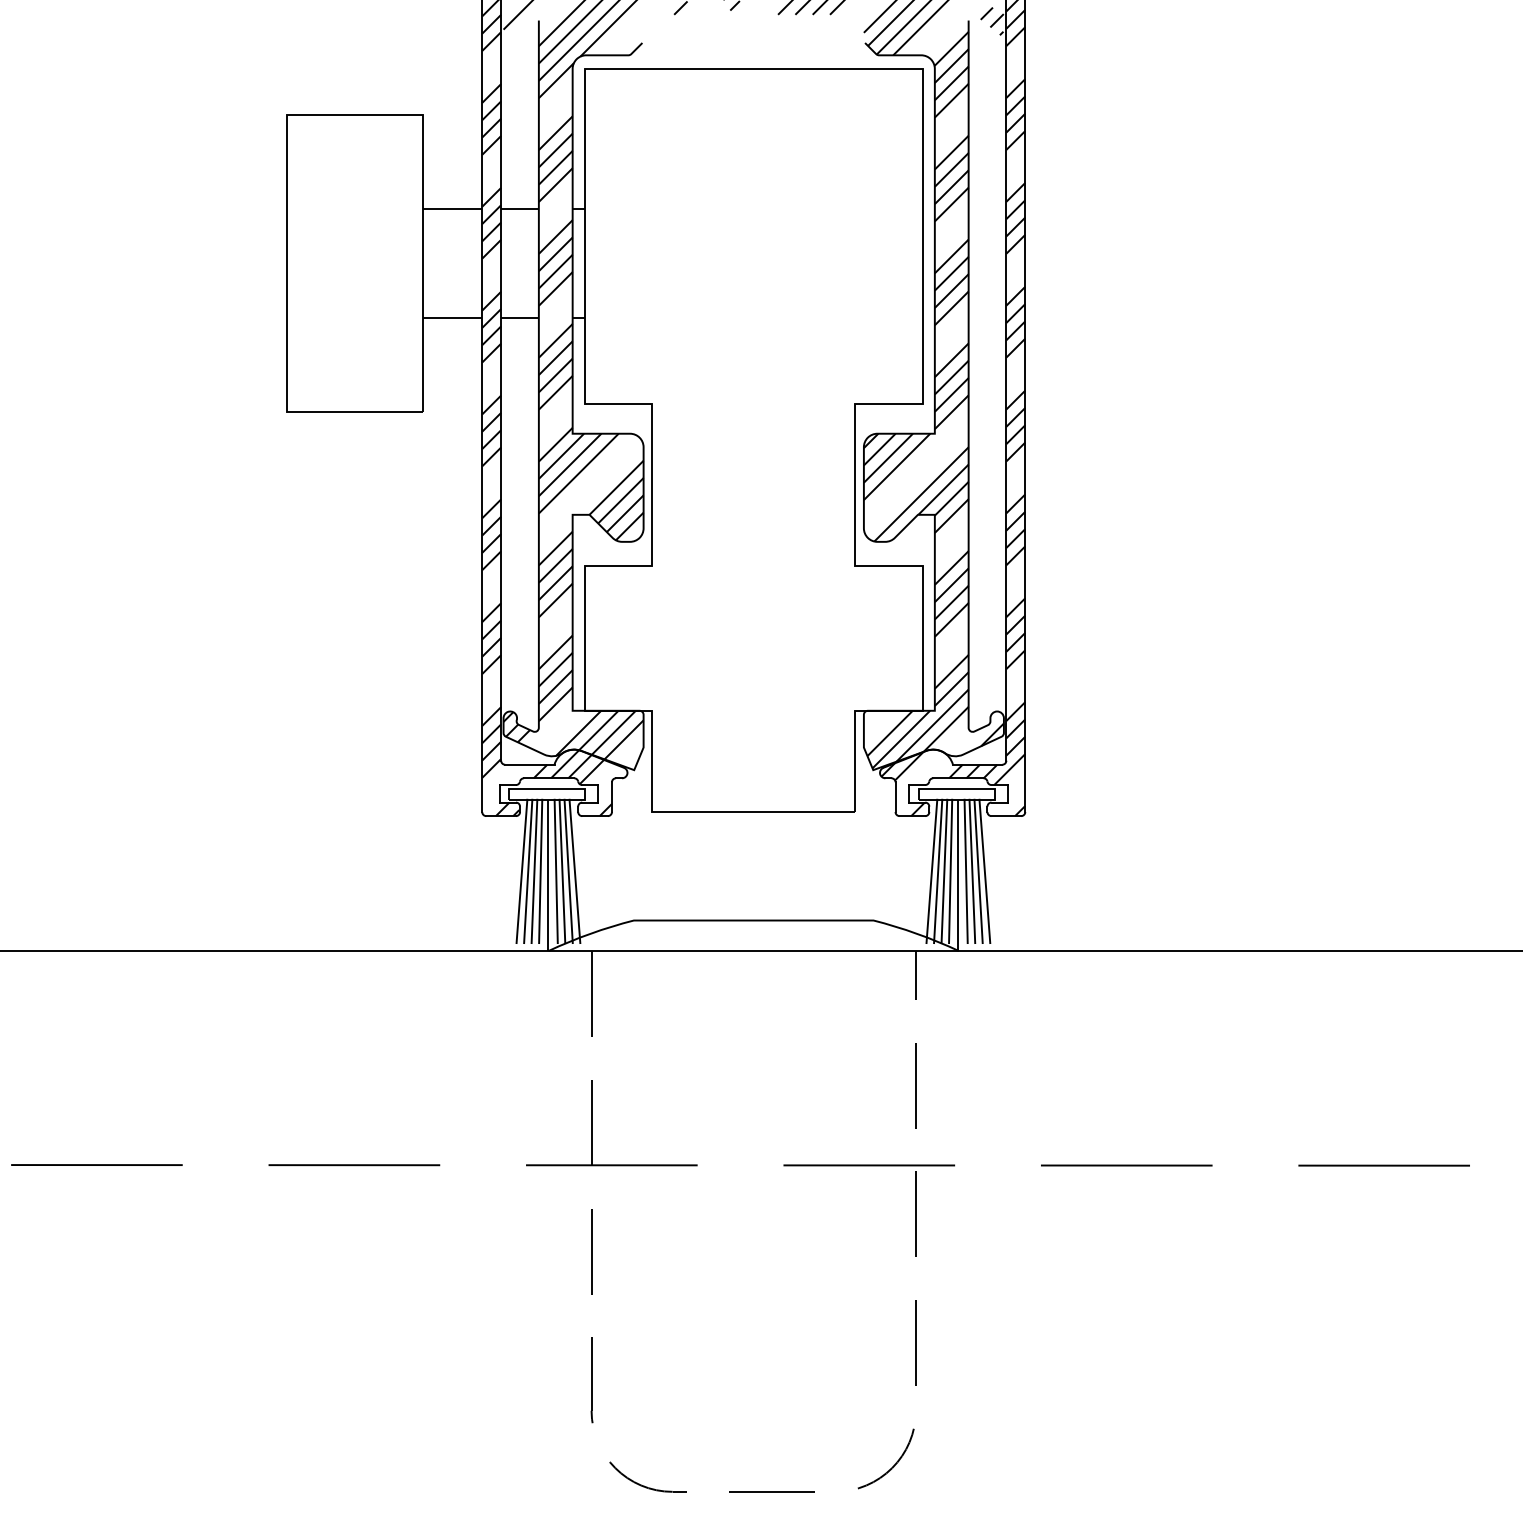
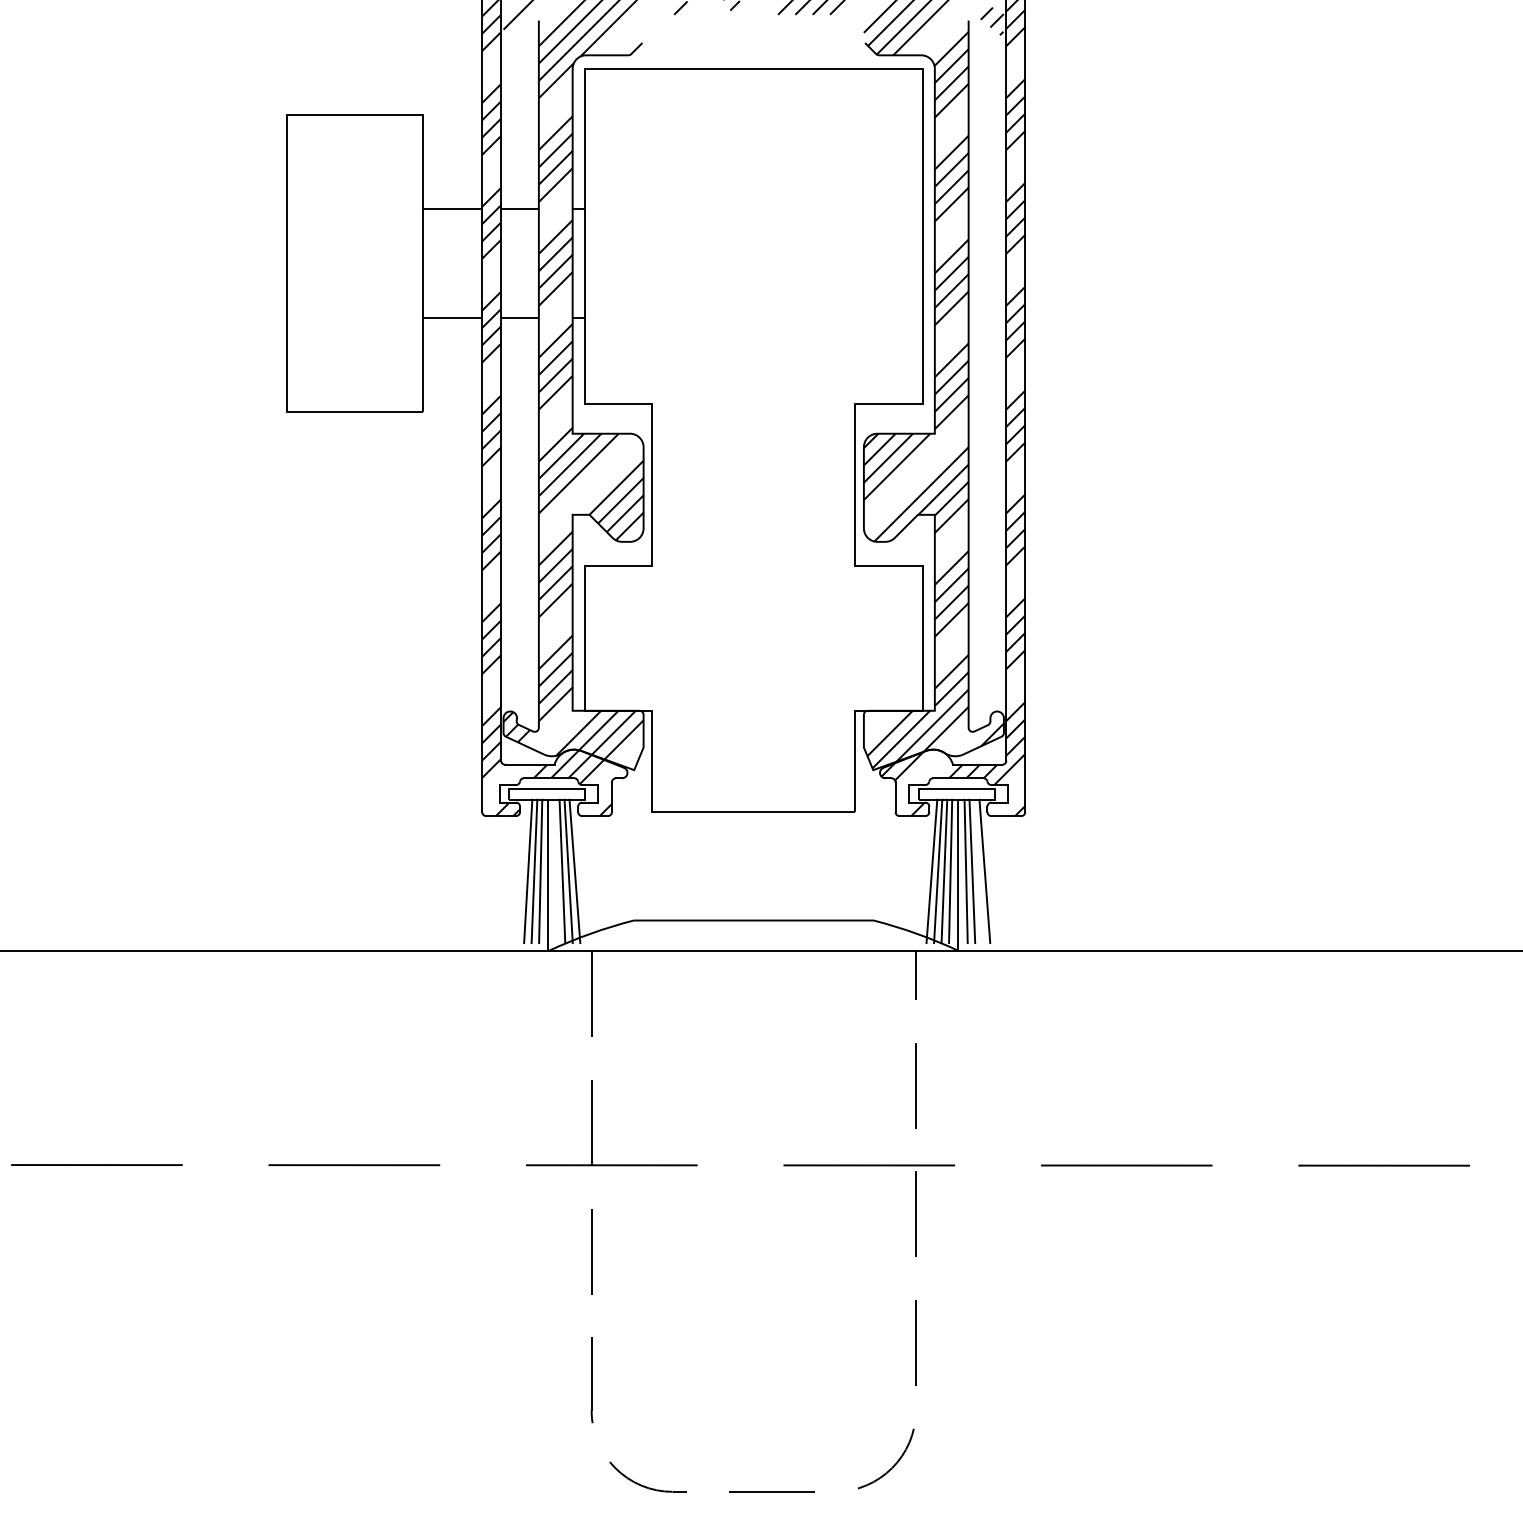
line at (521, 871): present -> none
line at (555, 871): present -> none
line at (978, 871): present -> none
